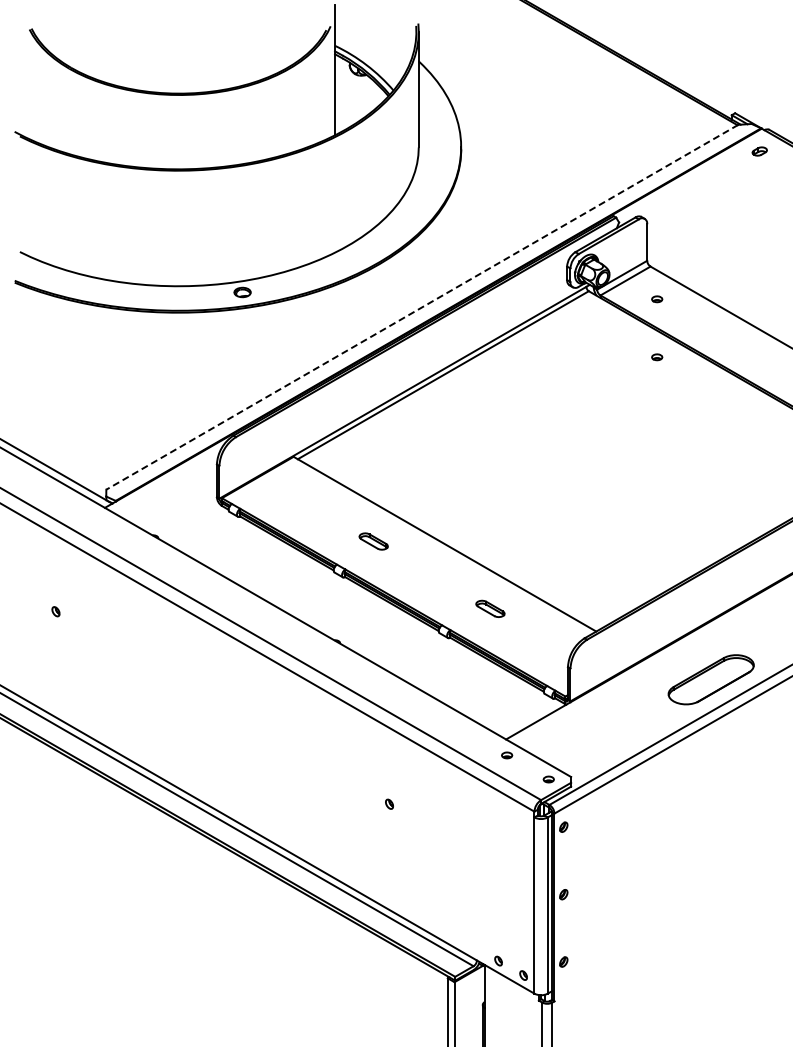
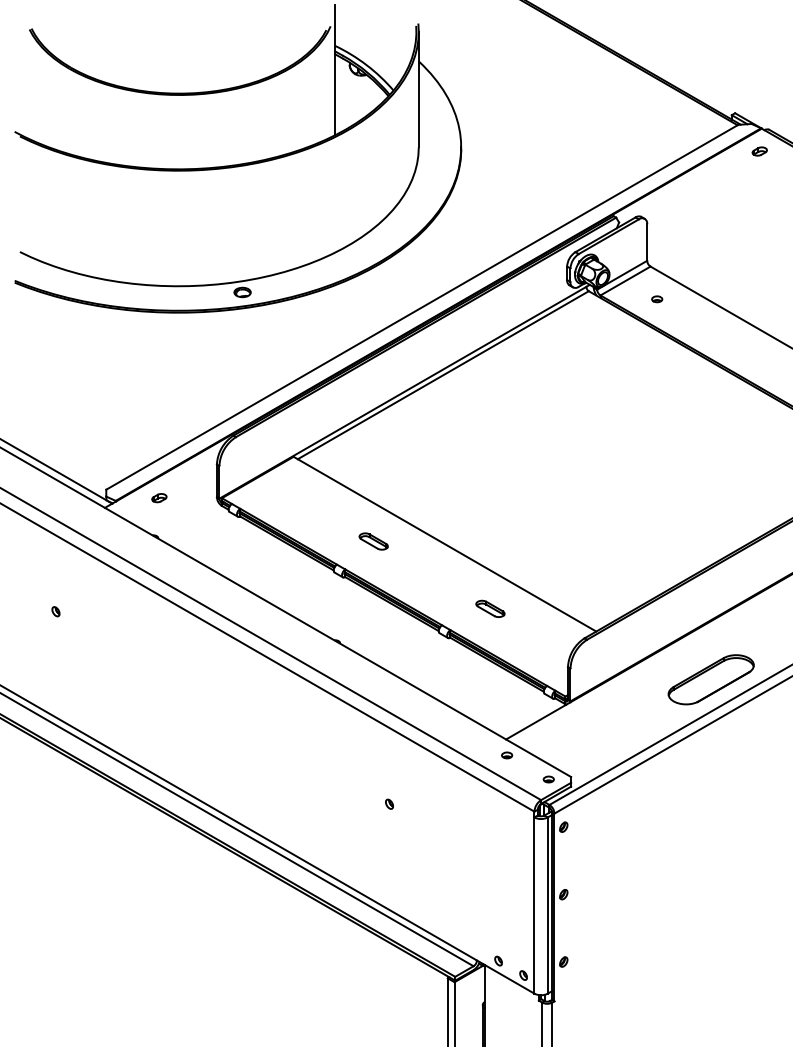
line at (422, 307): dashed -> solid
part at (657, 357): present -> none
part at (159, 498): none -> present
